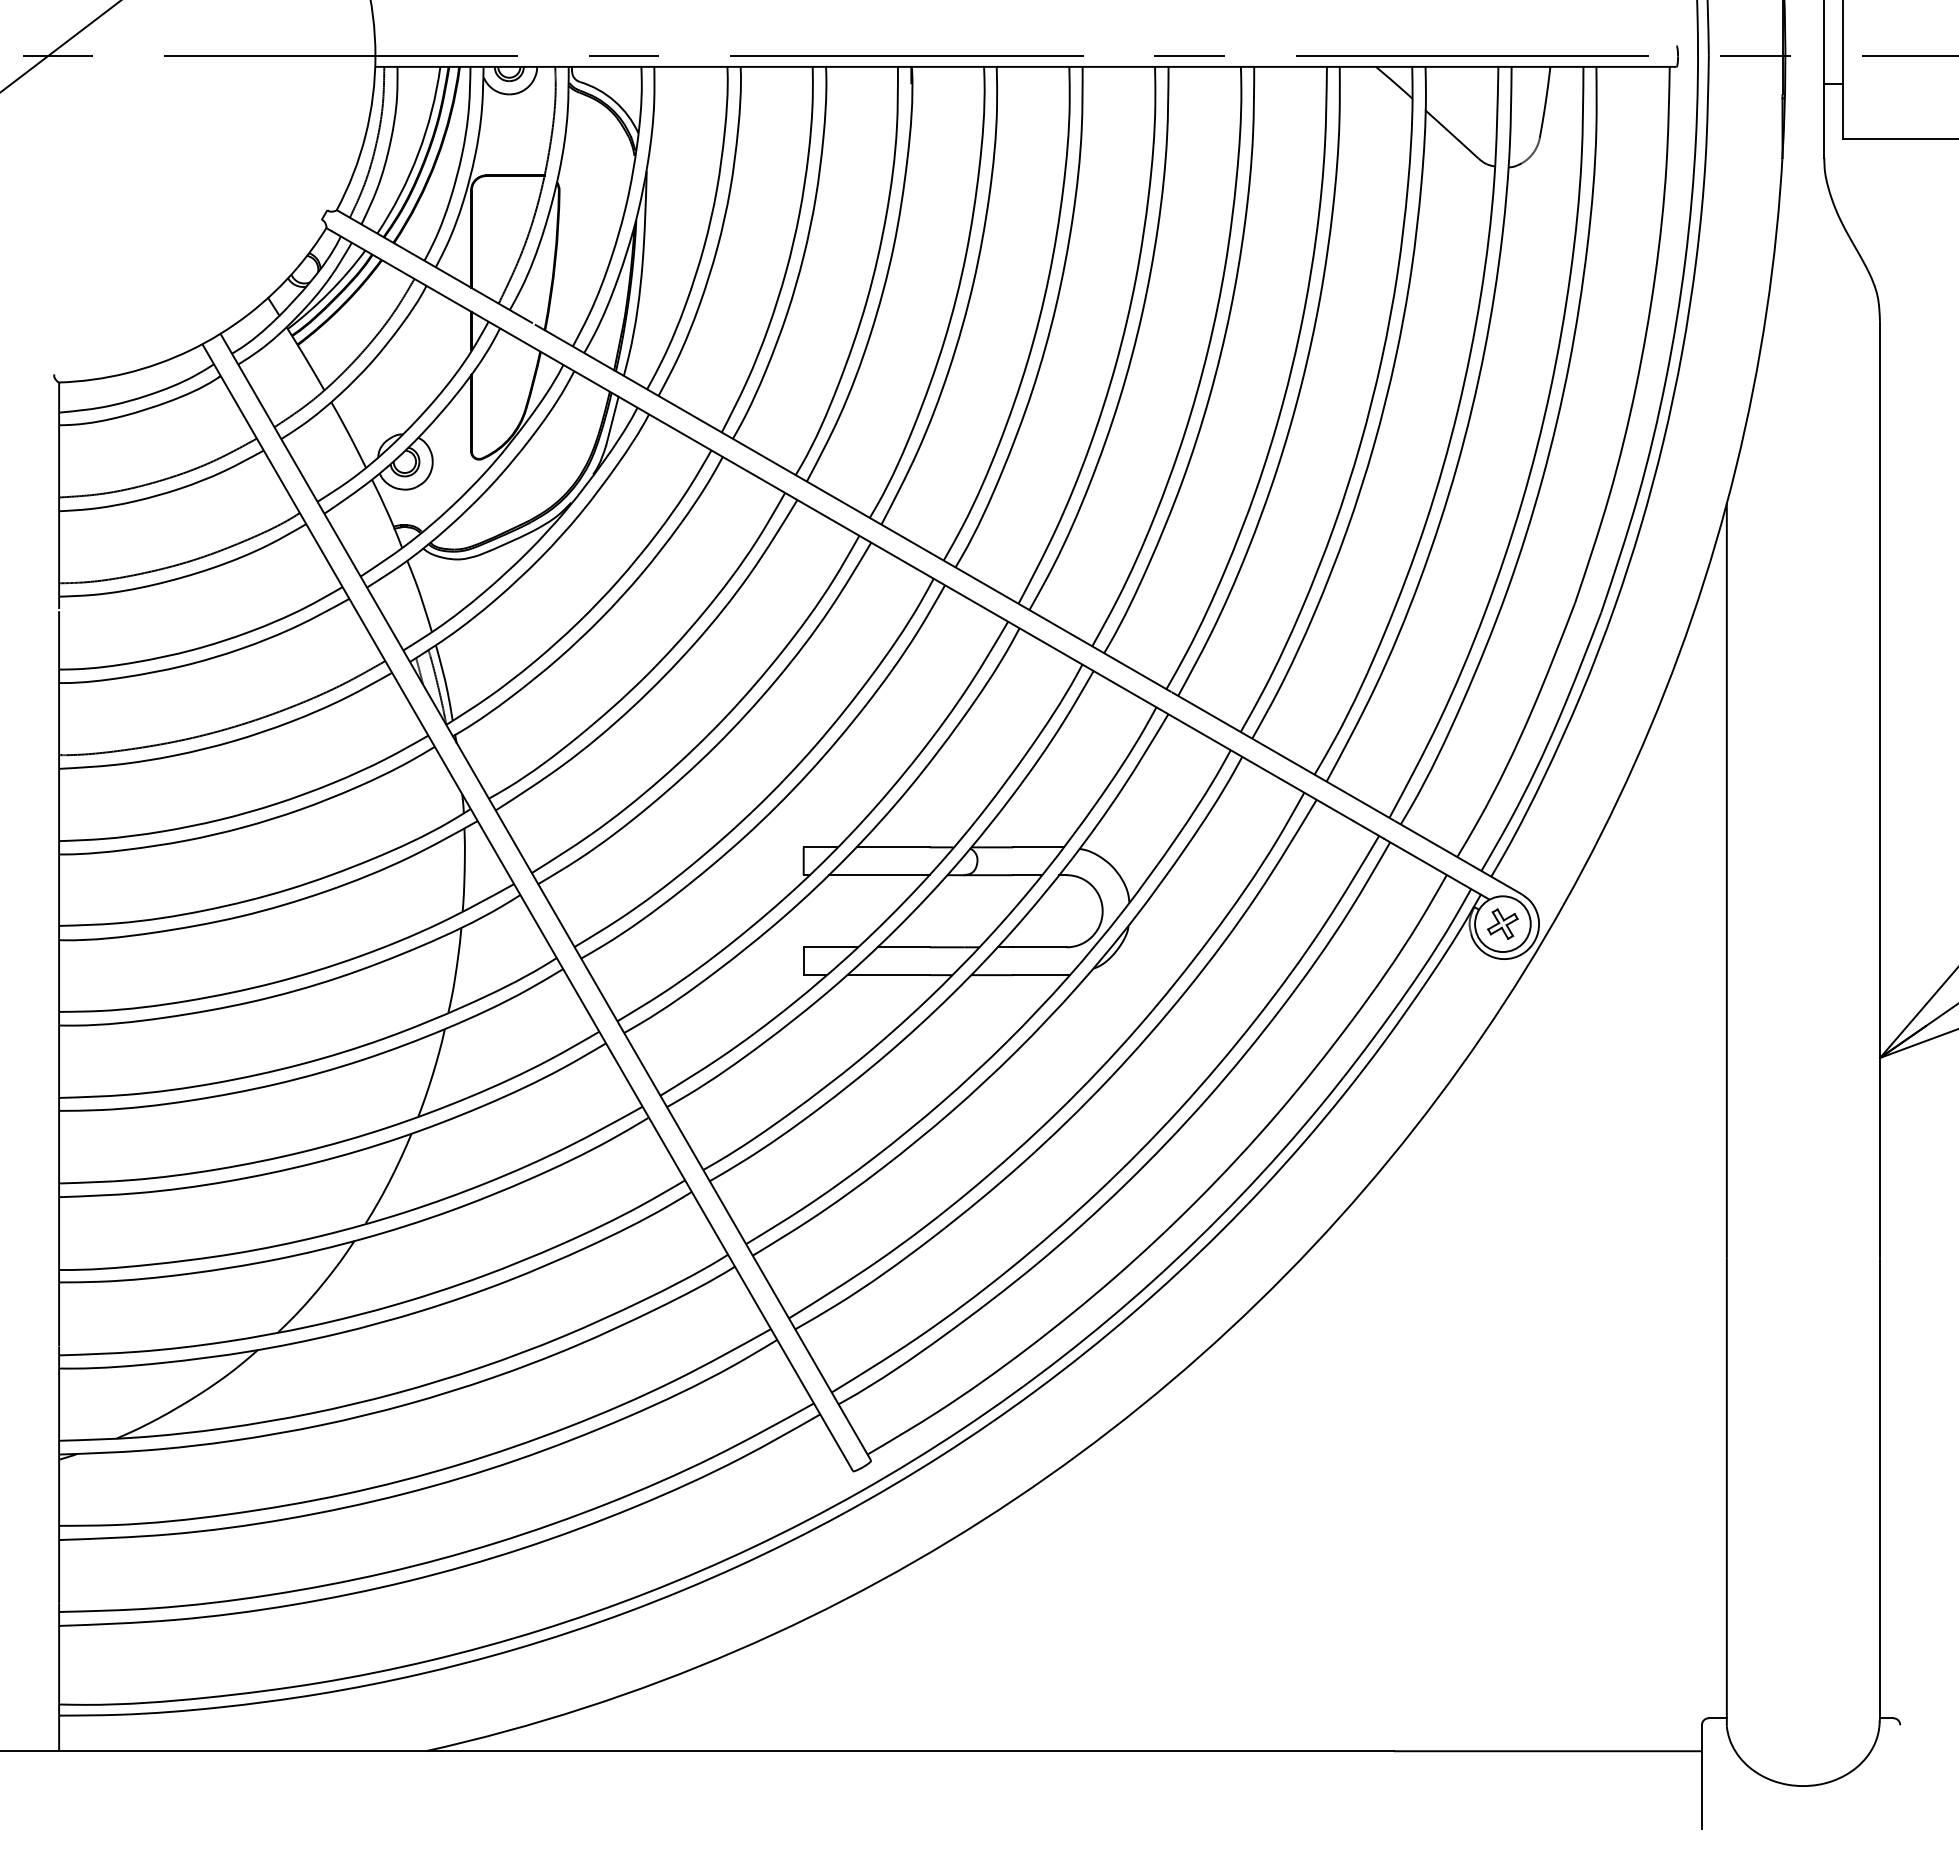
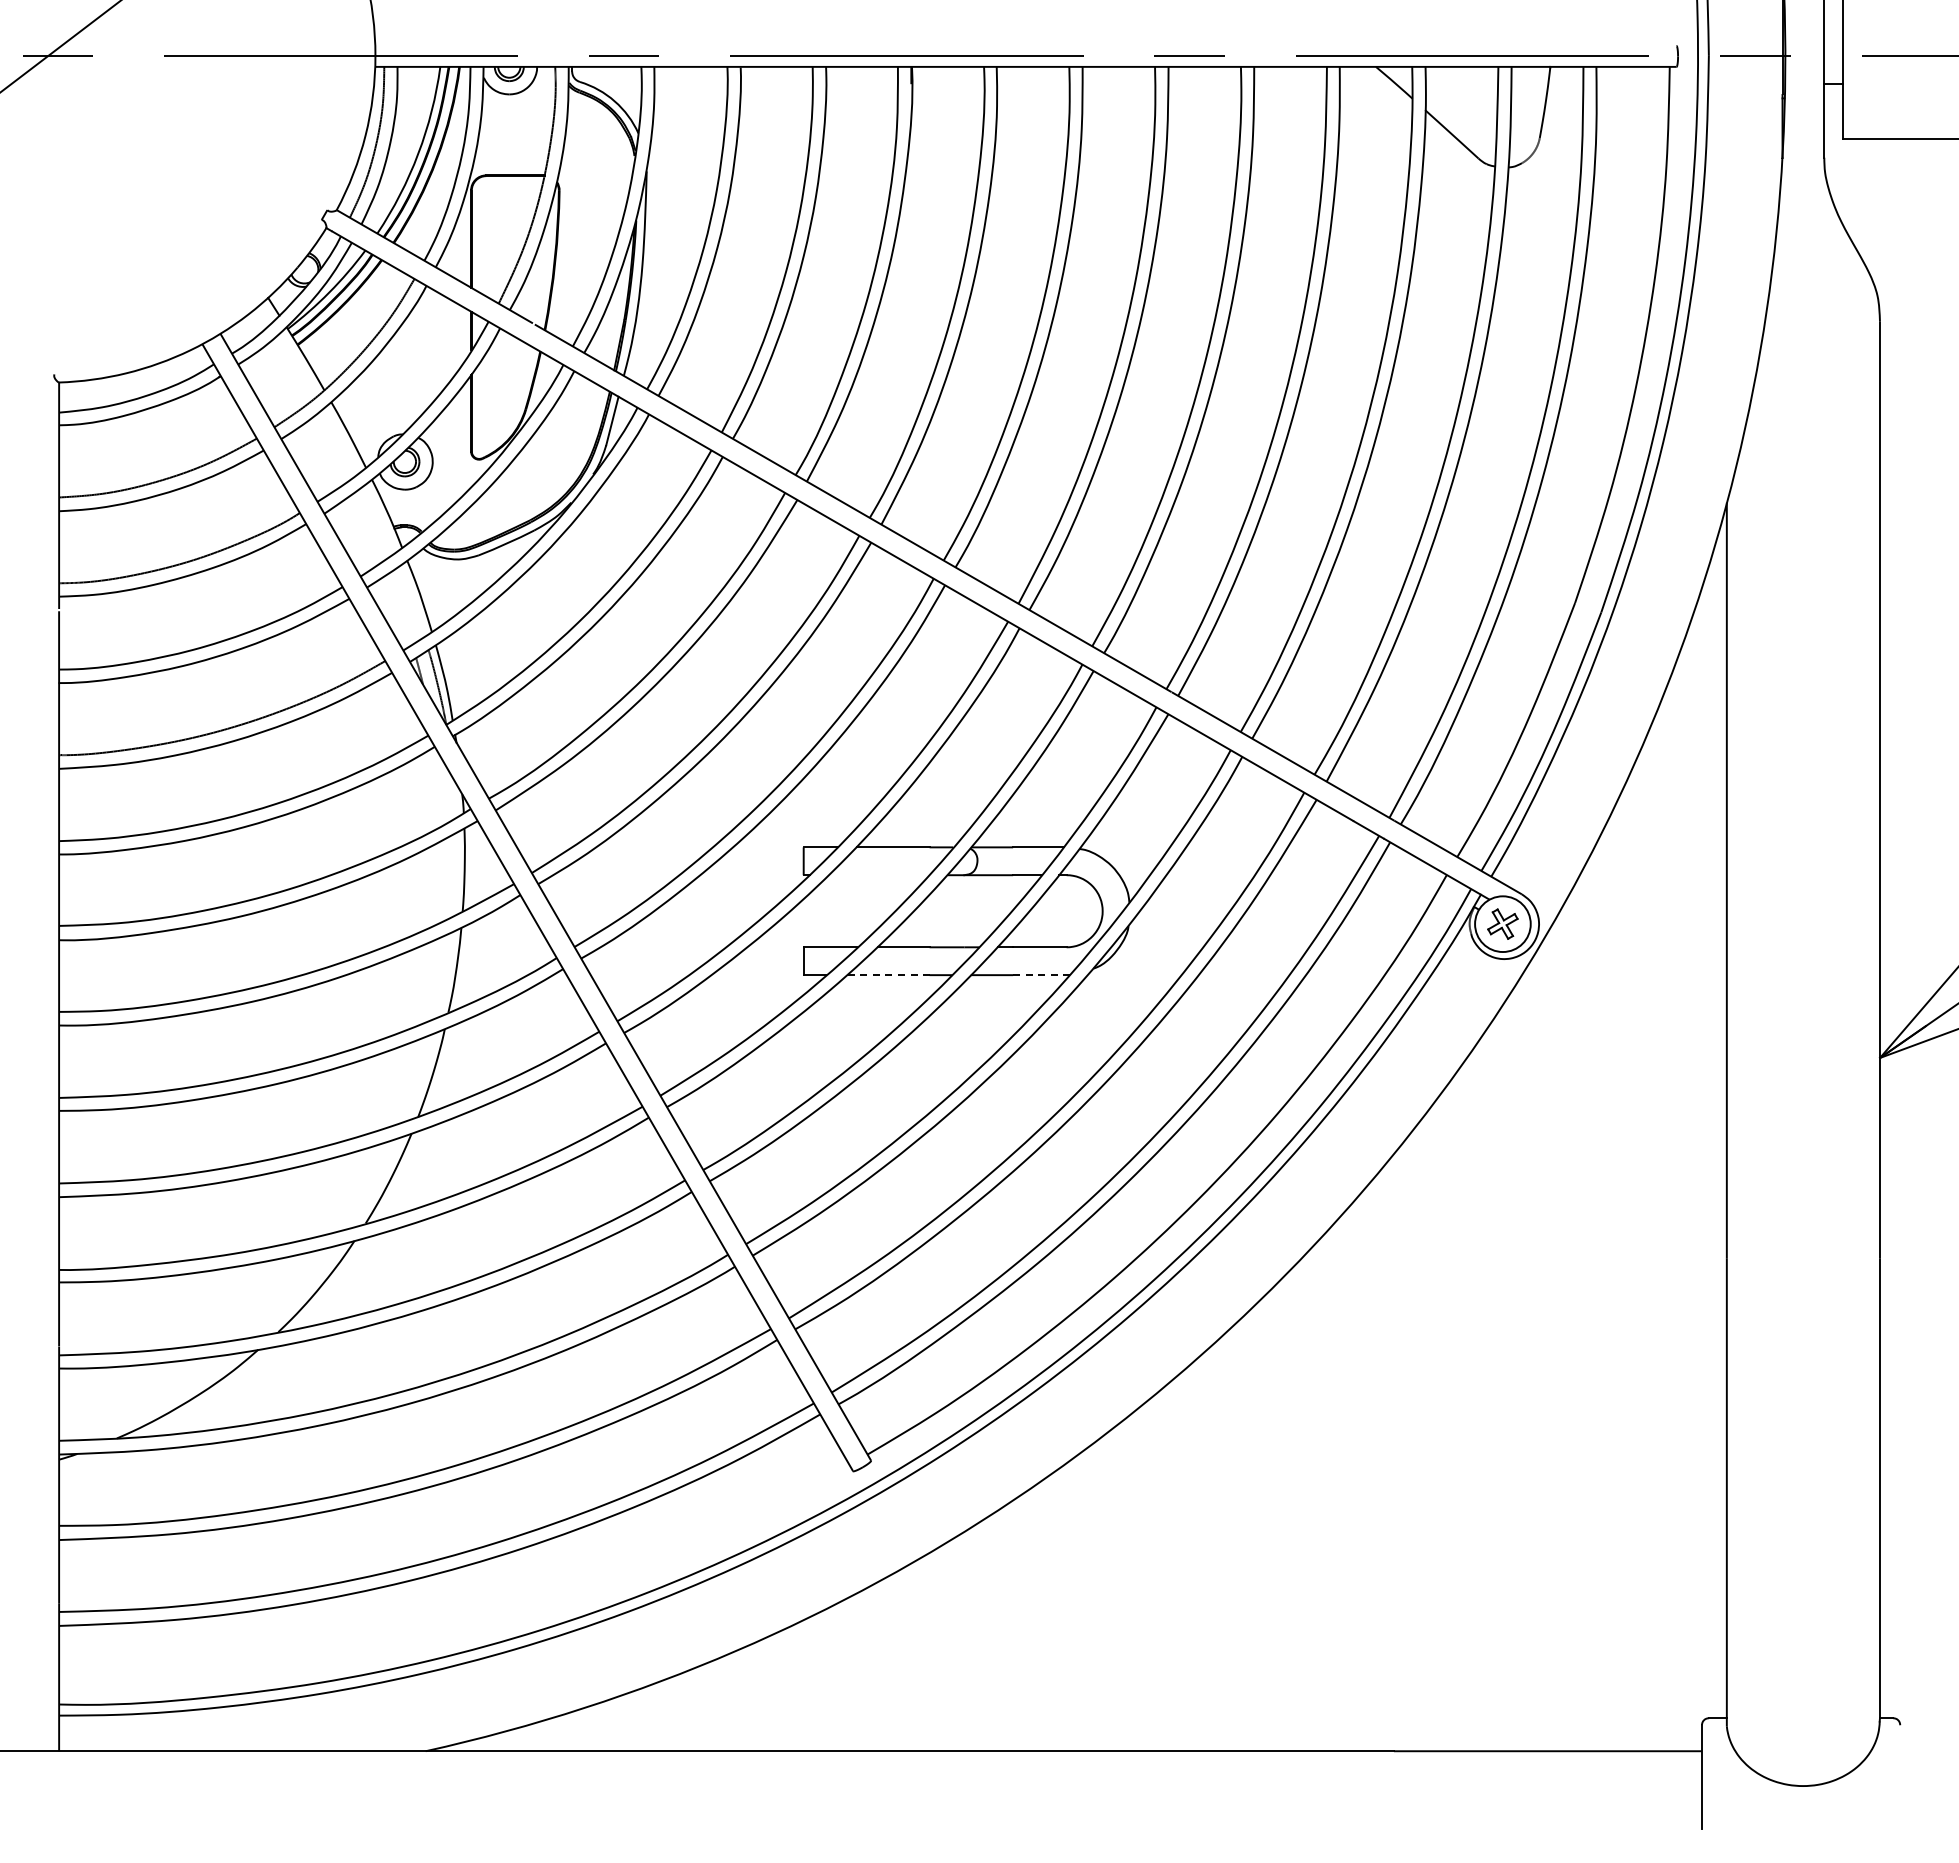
line at (878, 875): present -> none
line at (888, 975): solid -> dashed
line at (1042, 975): solid -> dashed
